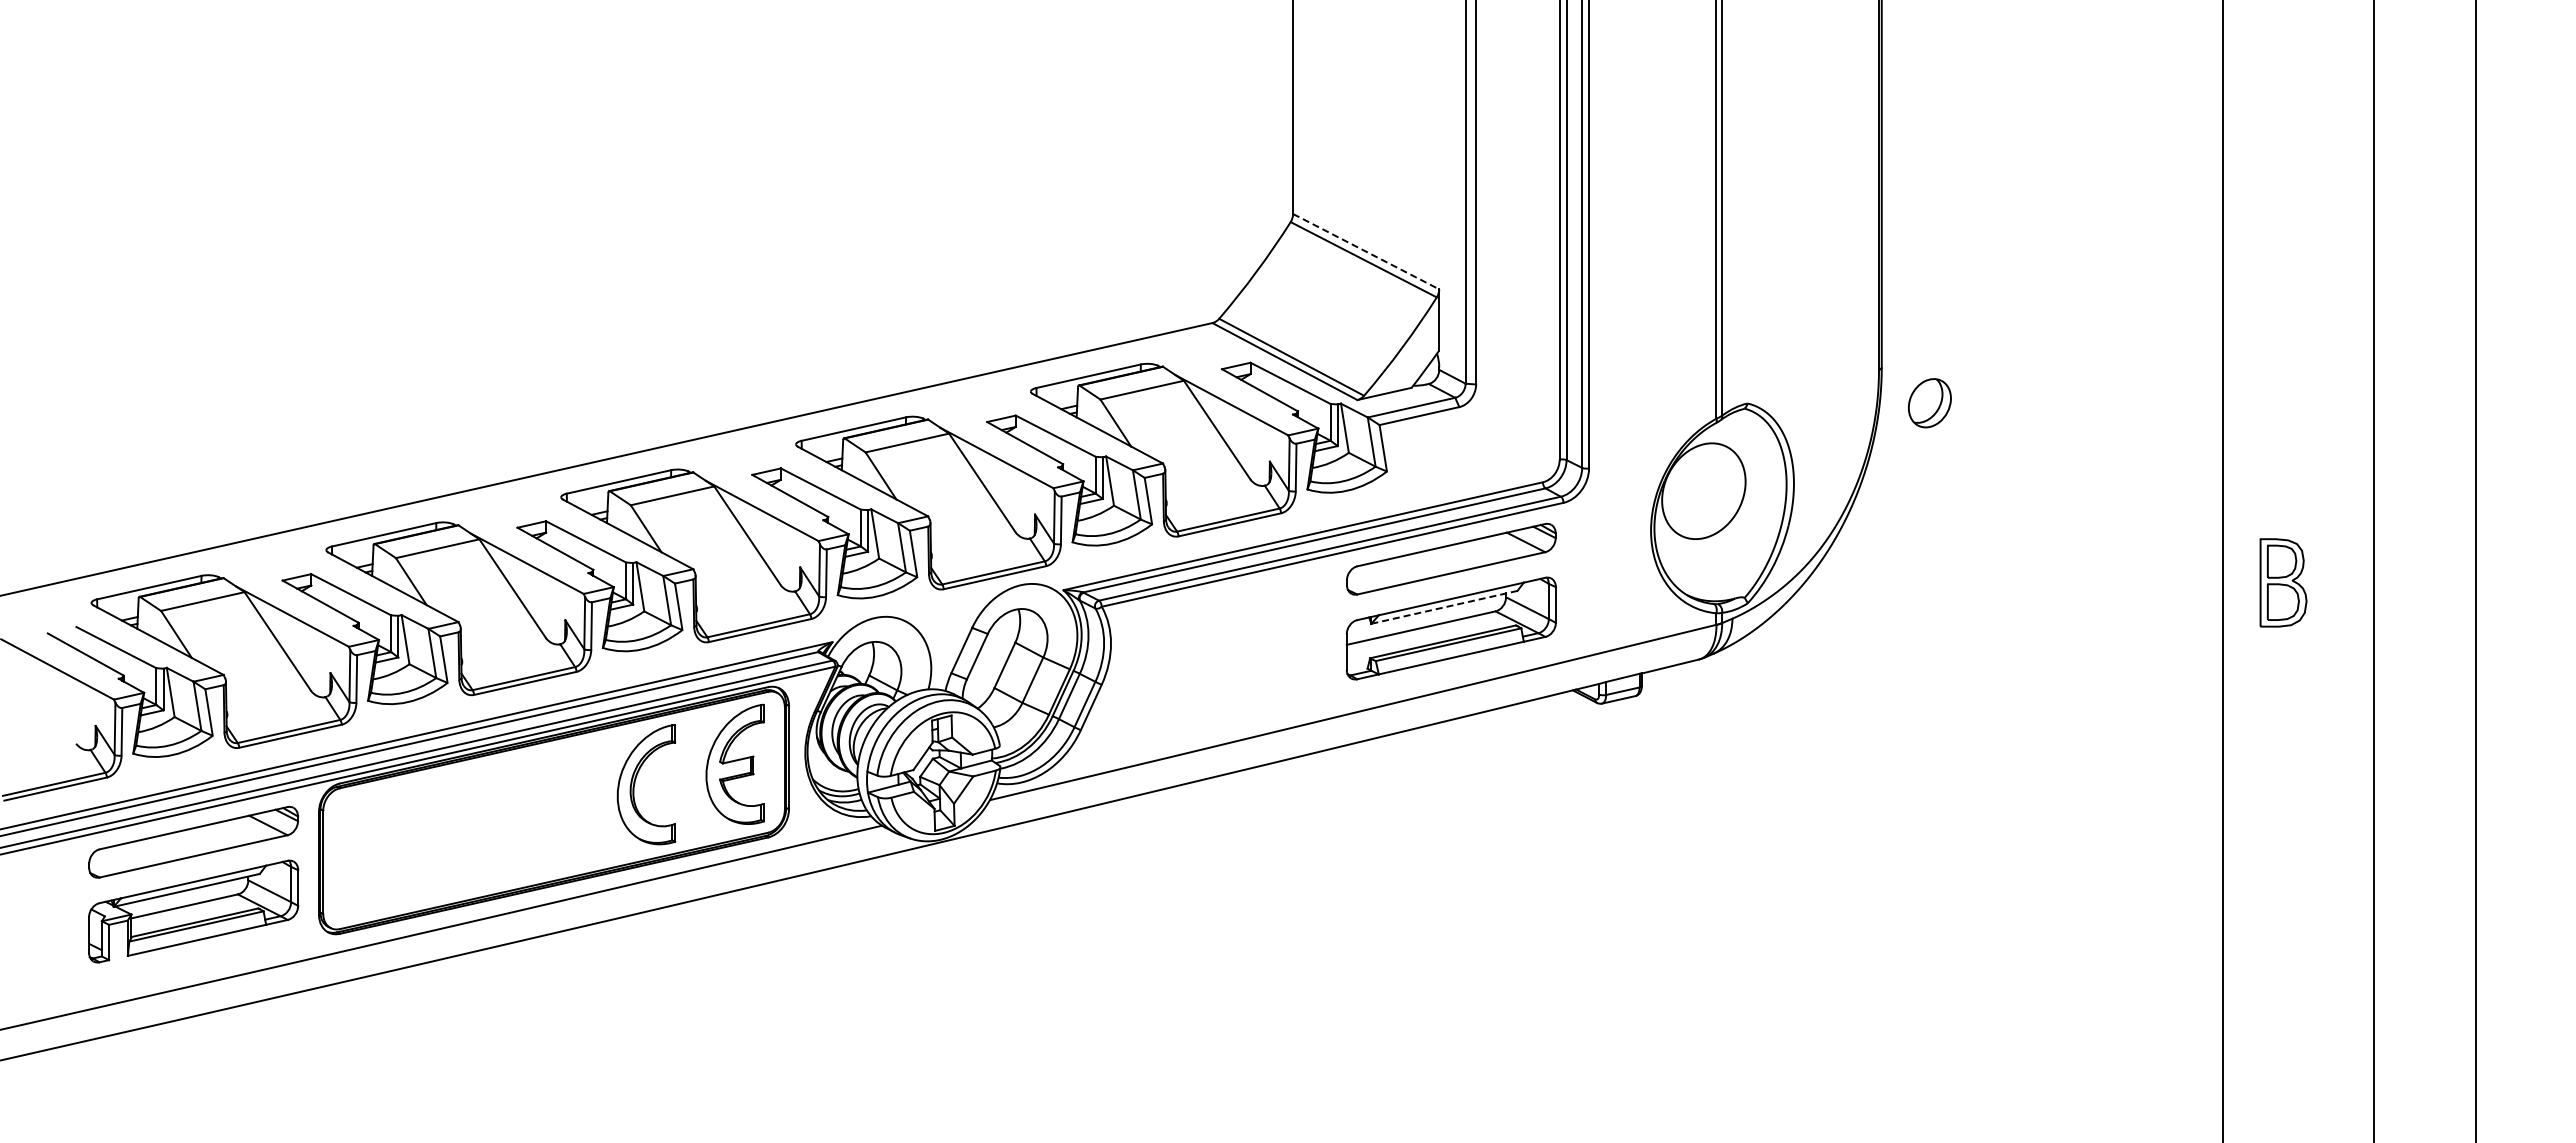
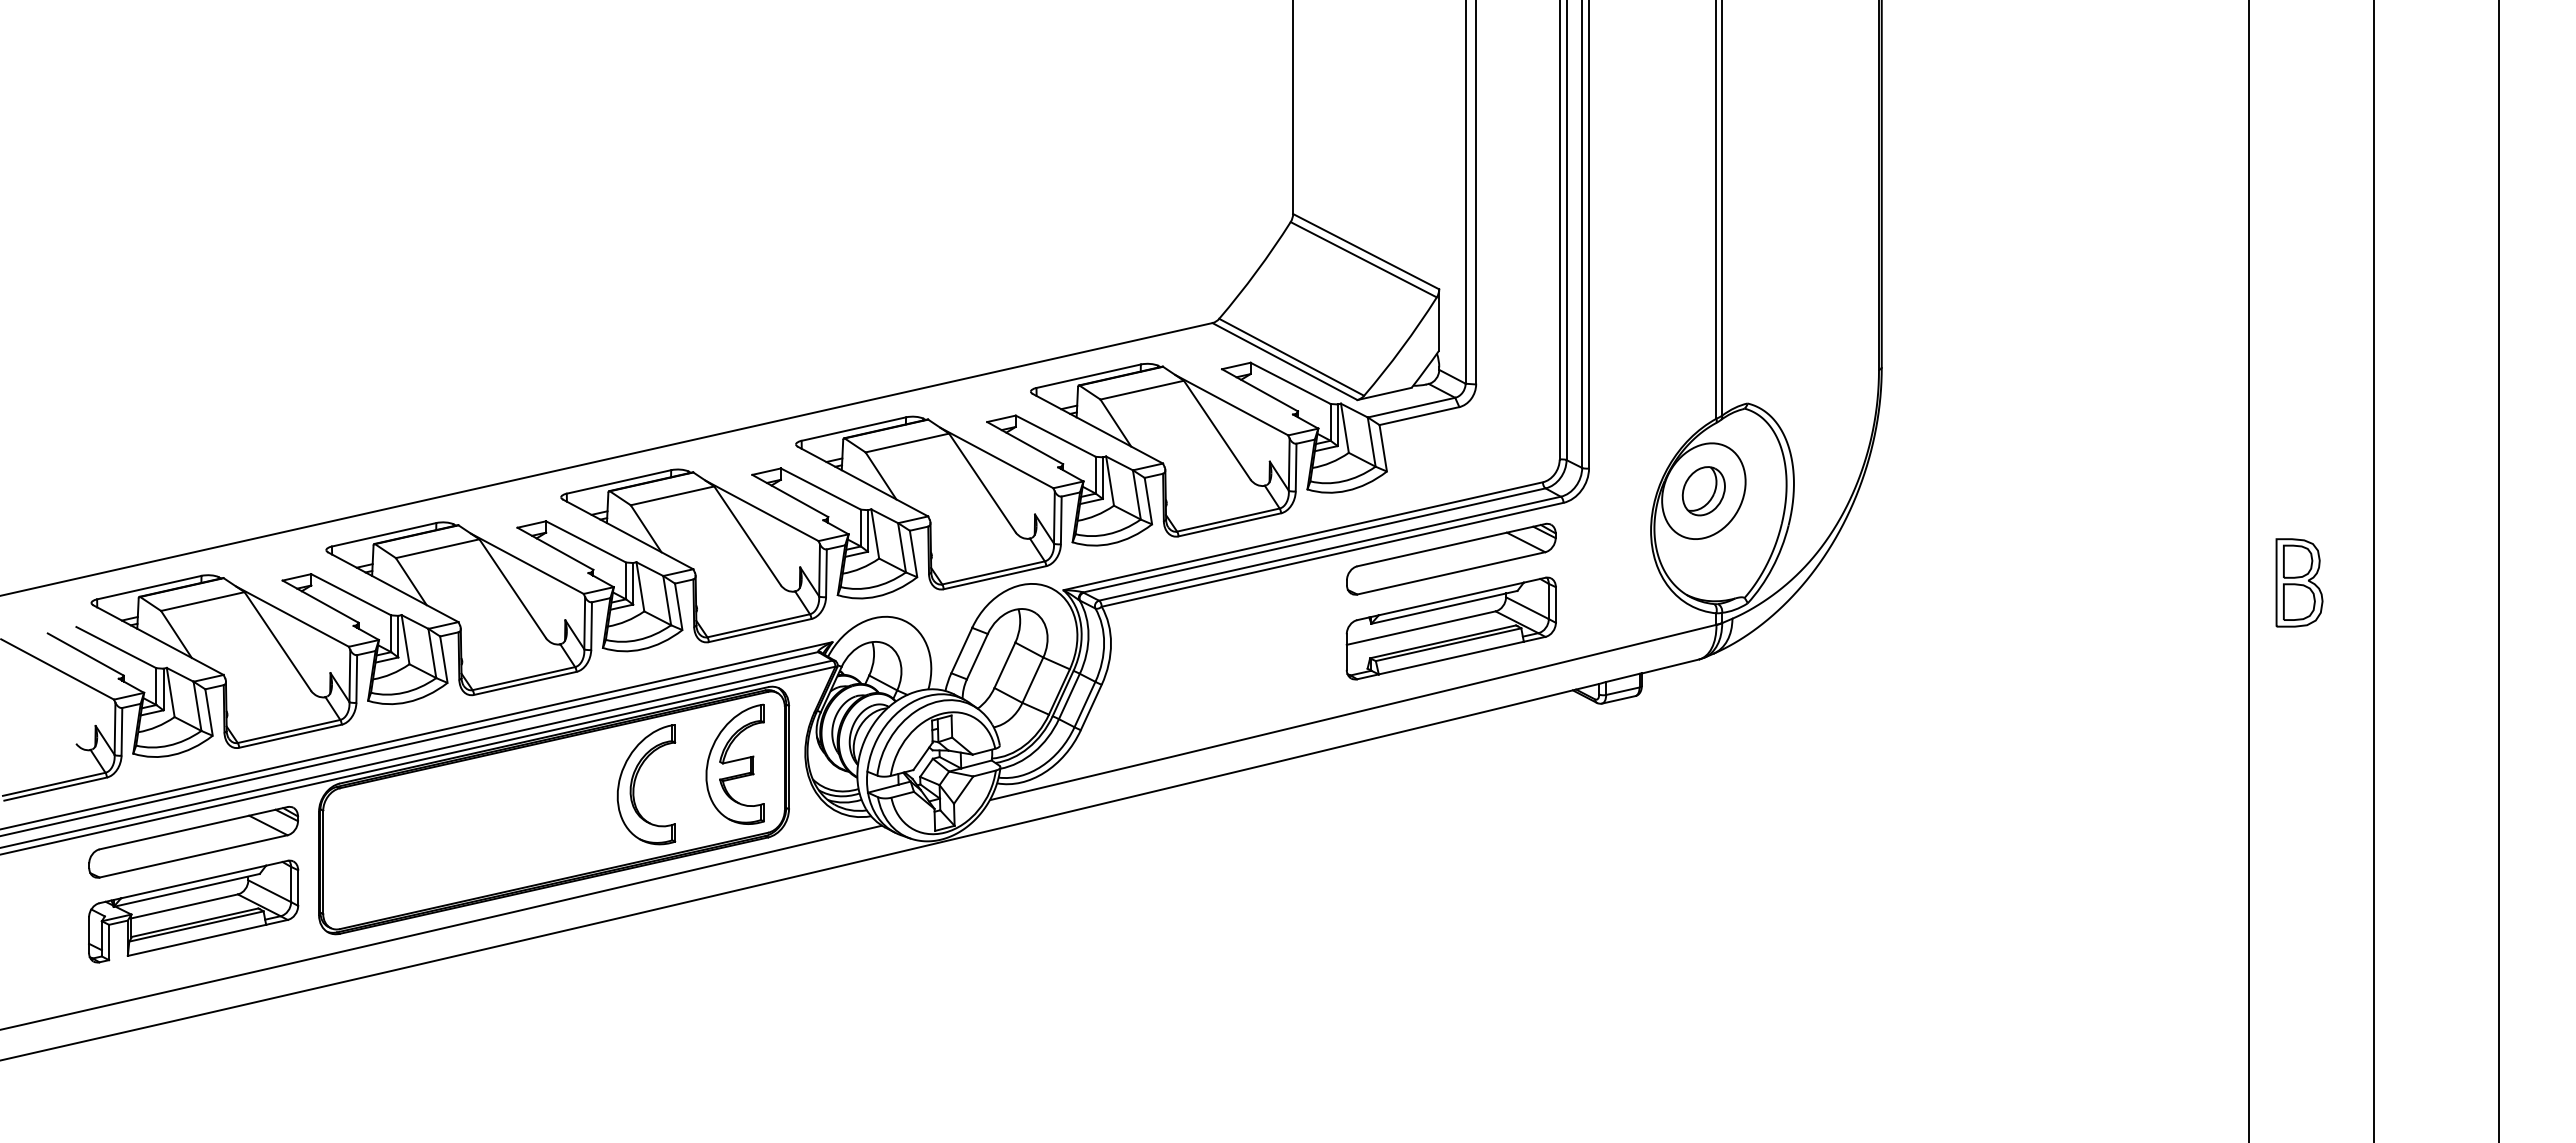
line at (1366, 251): dashed -> solid
part at (1929, 403) position: (1929, 403) -> (1703, 491)
line at (2222, 570) position: (2222, 570) -> (2248, 570)
line at (2475, 570) position: (2475, 570) -> (2498, 570)
part at (2283, 582) position: (2283, 582) -> (2299, 582)
line at (1444, 607): dashed -> solid
